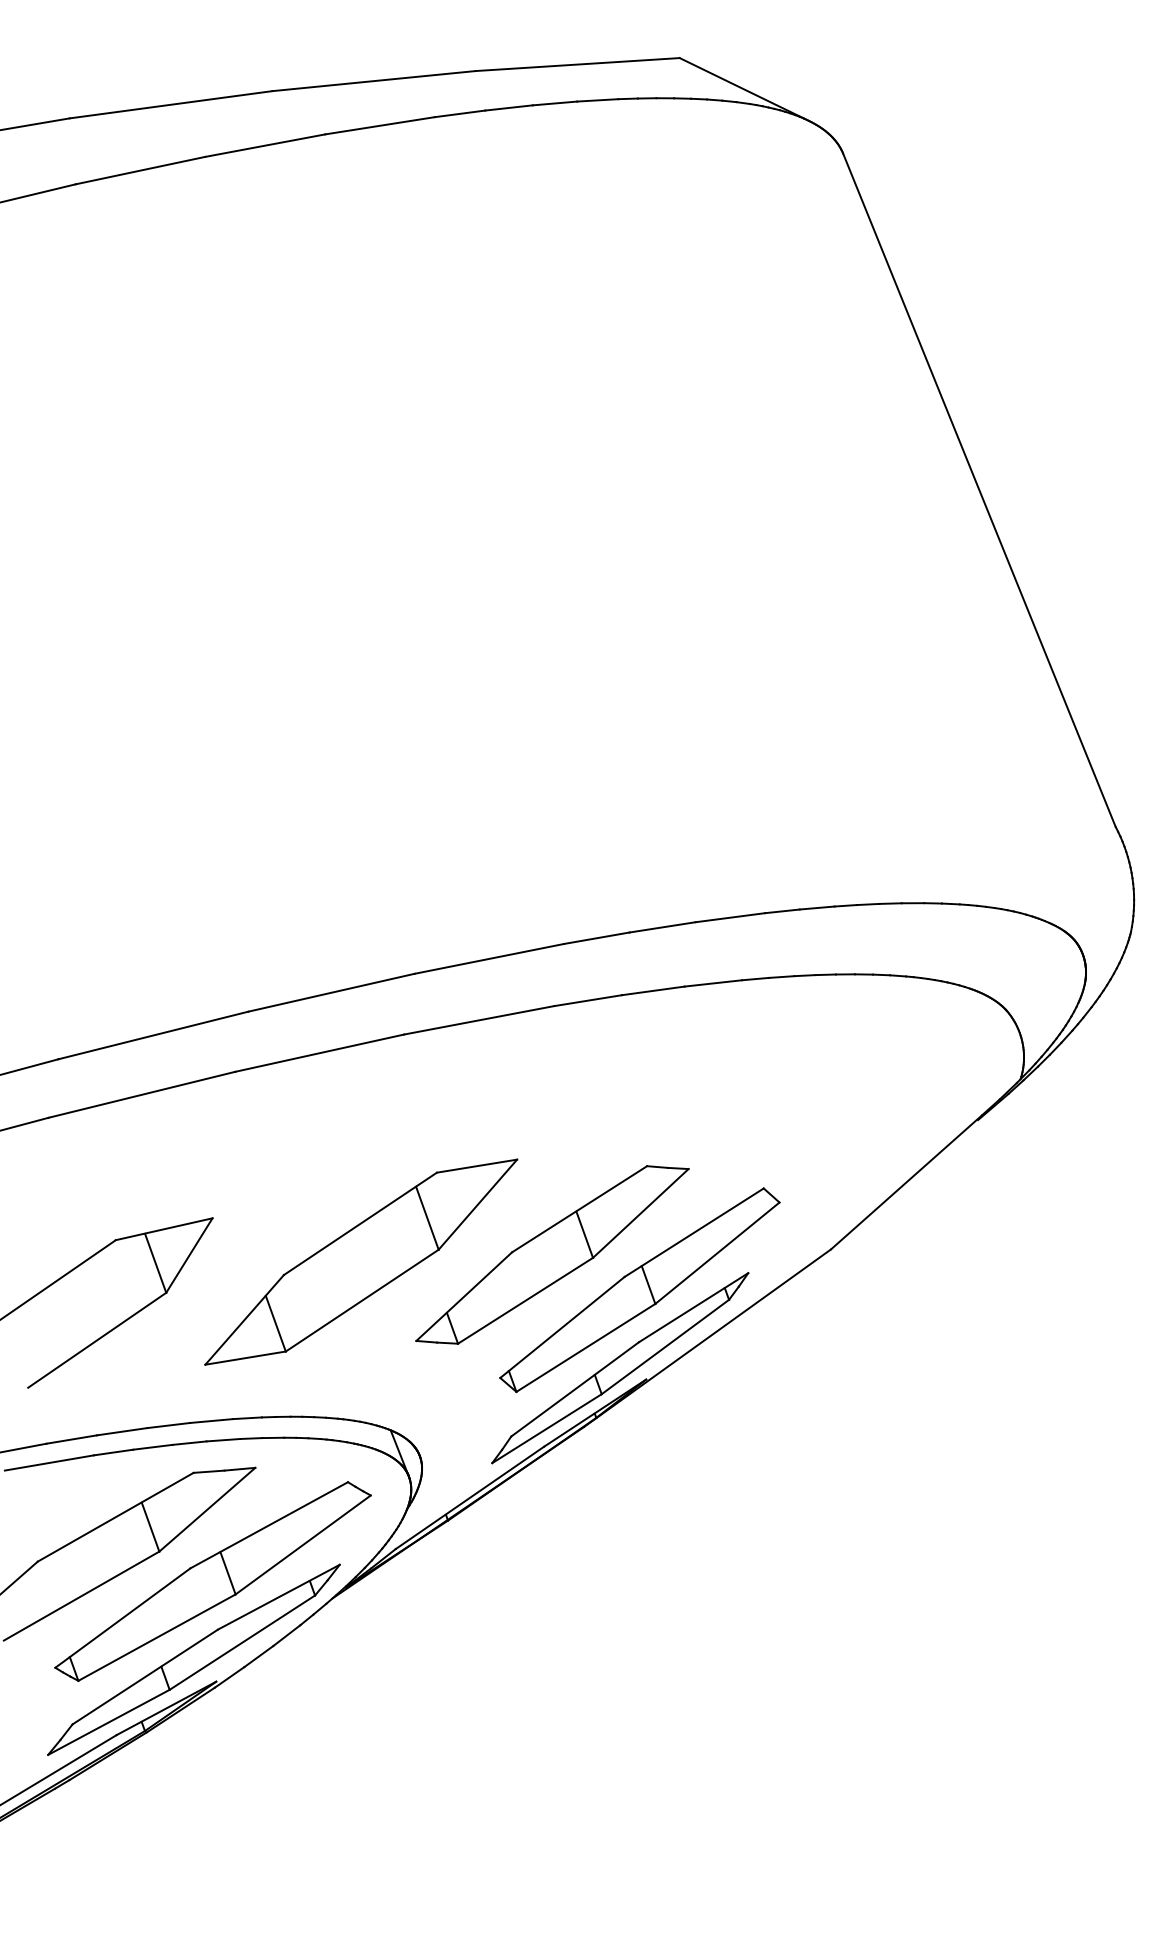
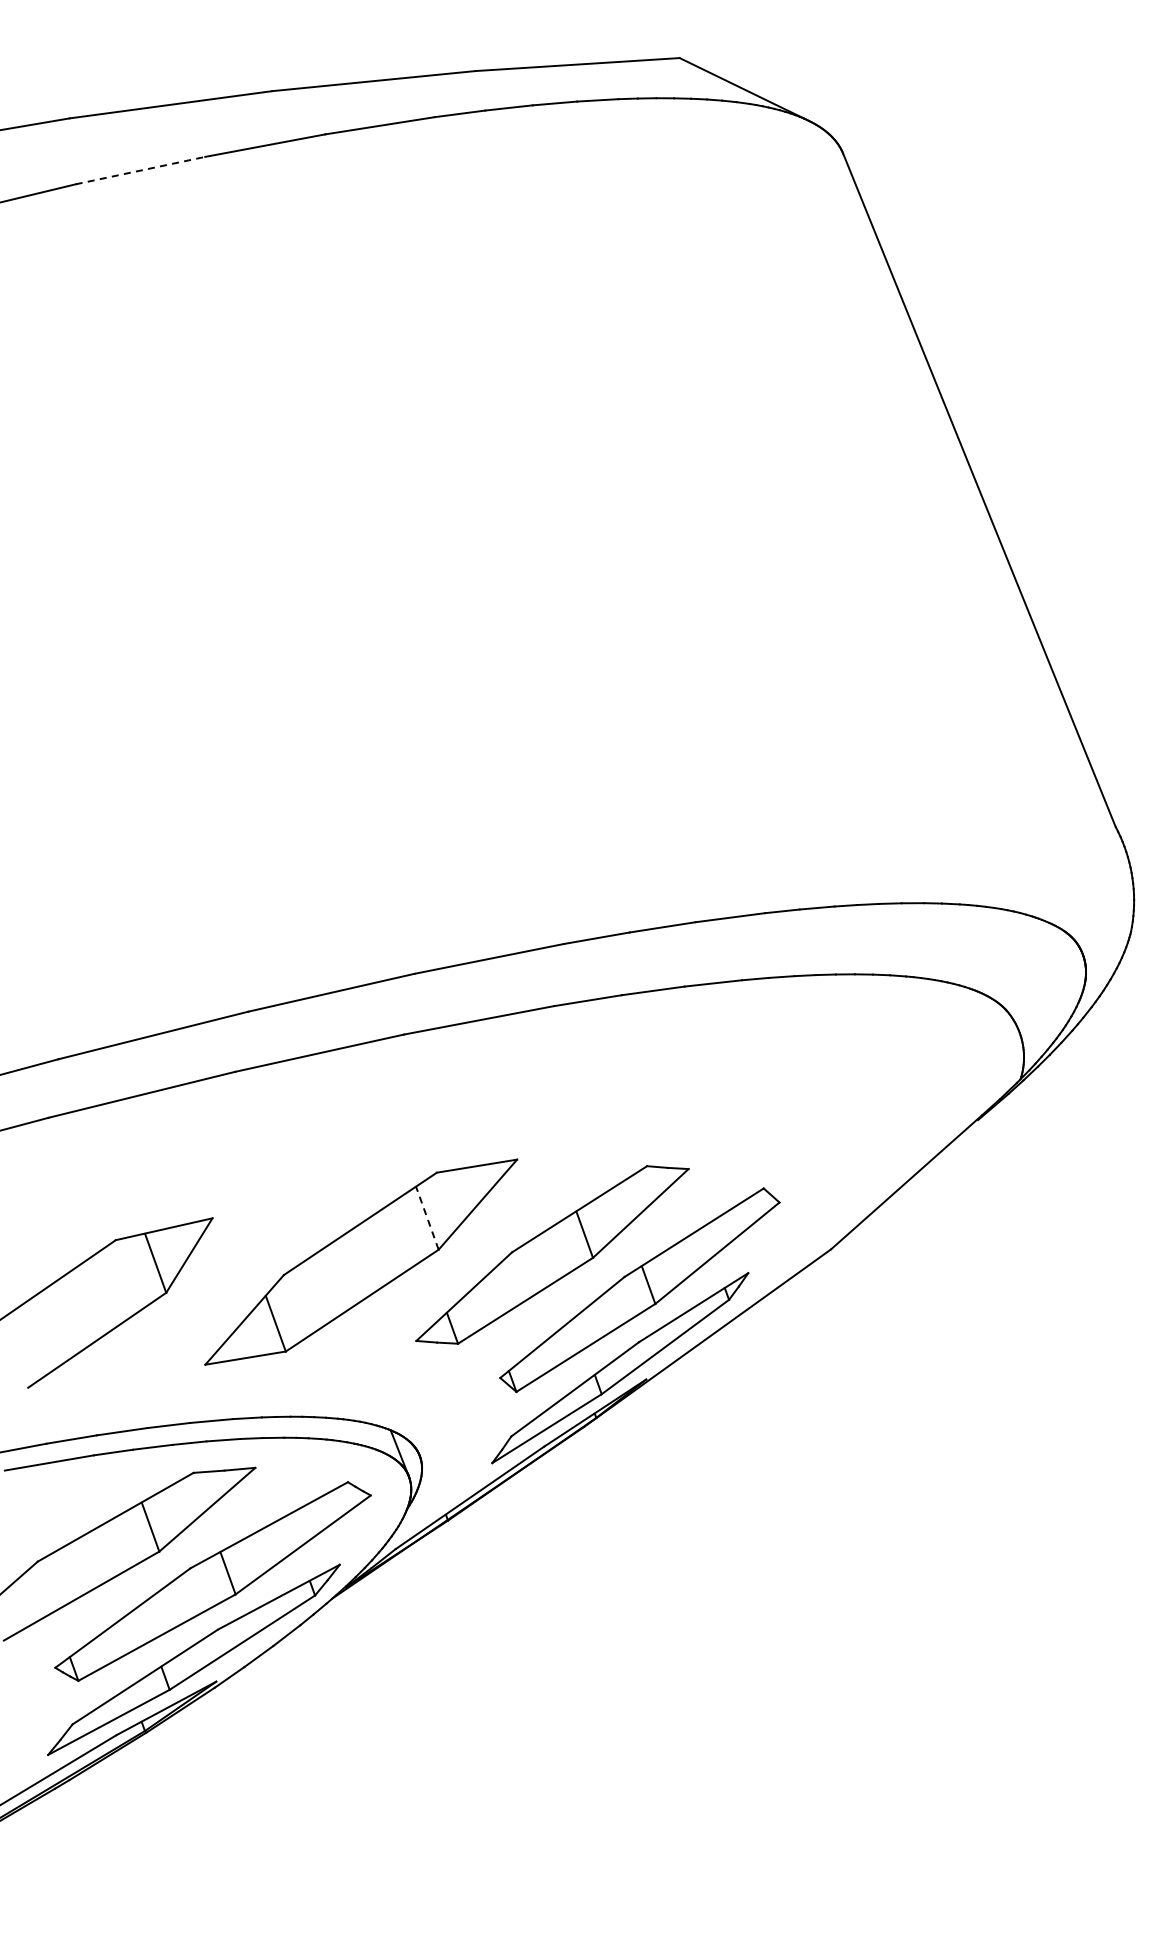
line at (140, 170): solid -> dashed
line at (427, 1217): solid -> dashed
